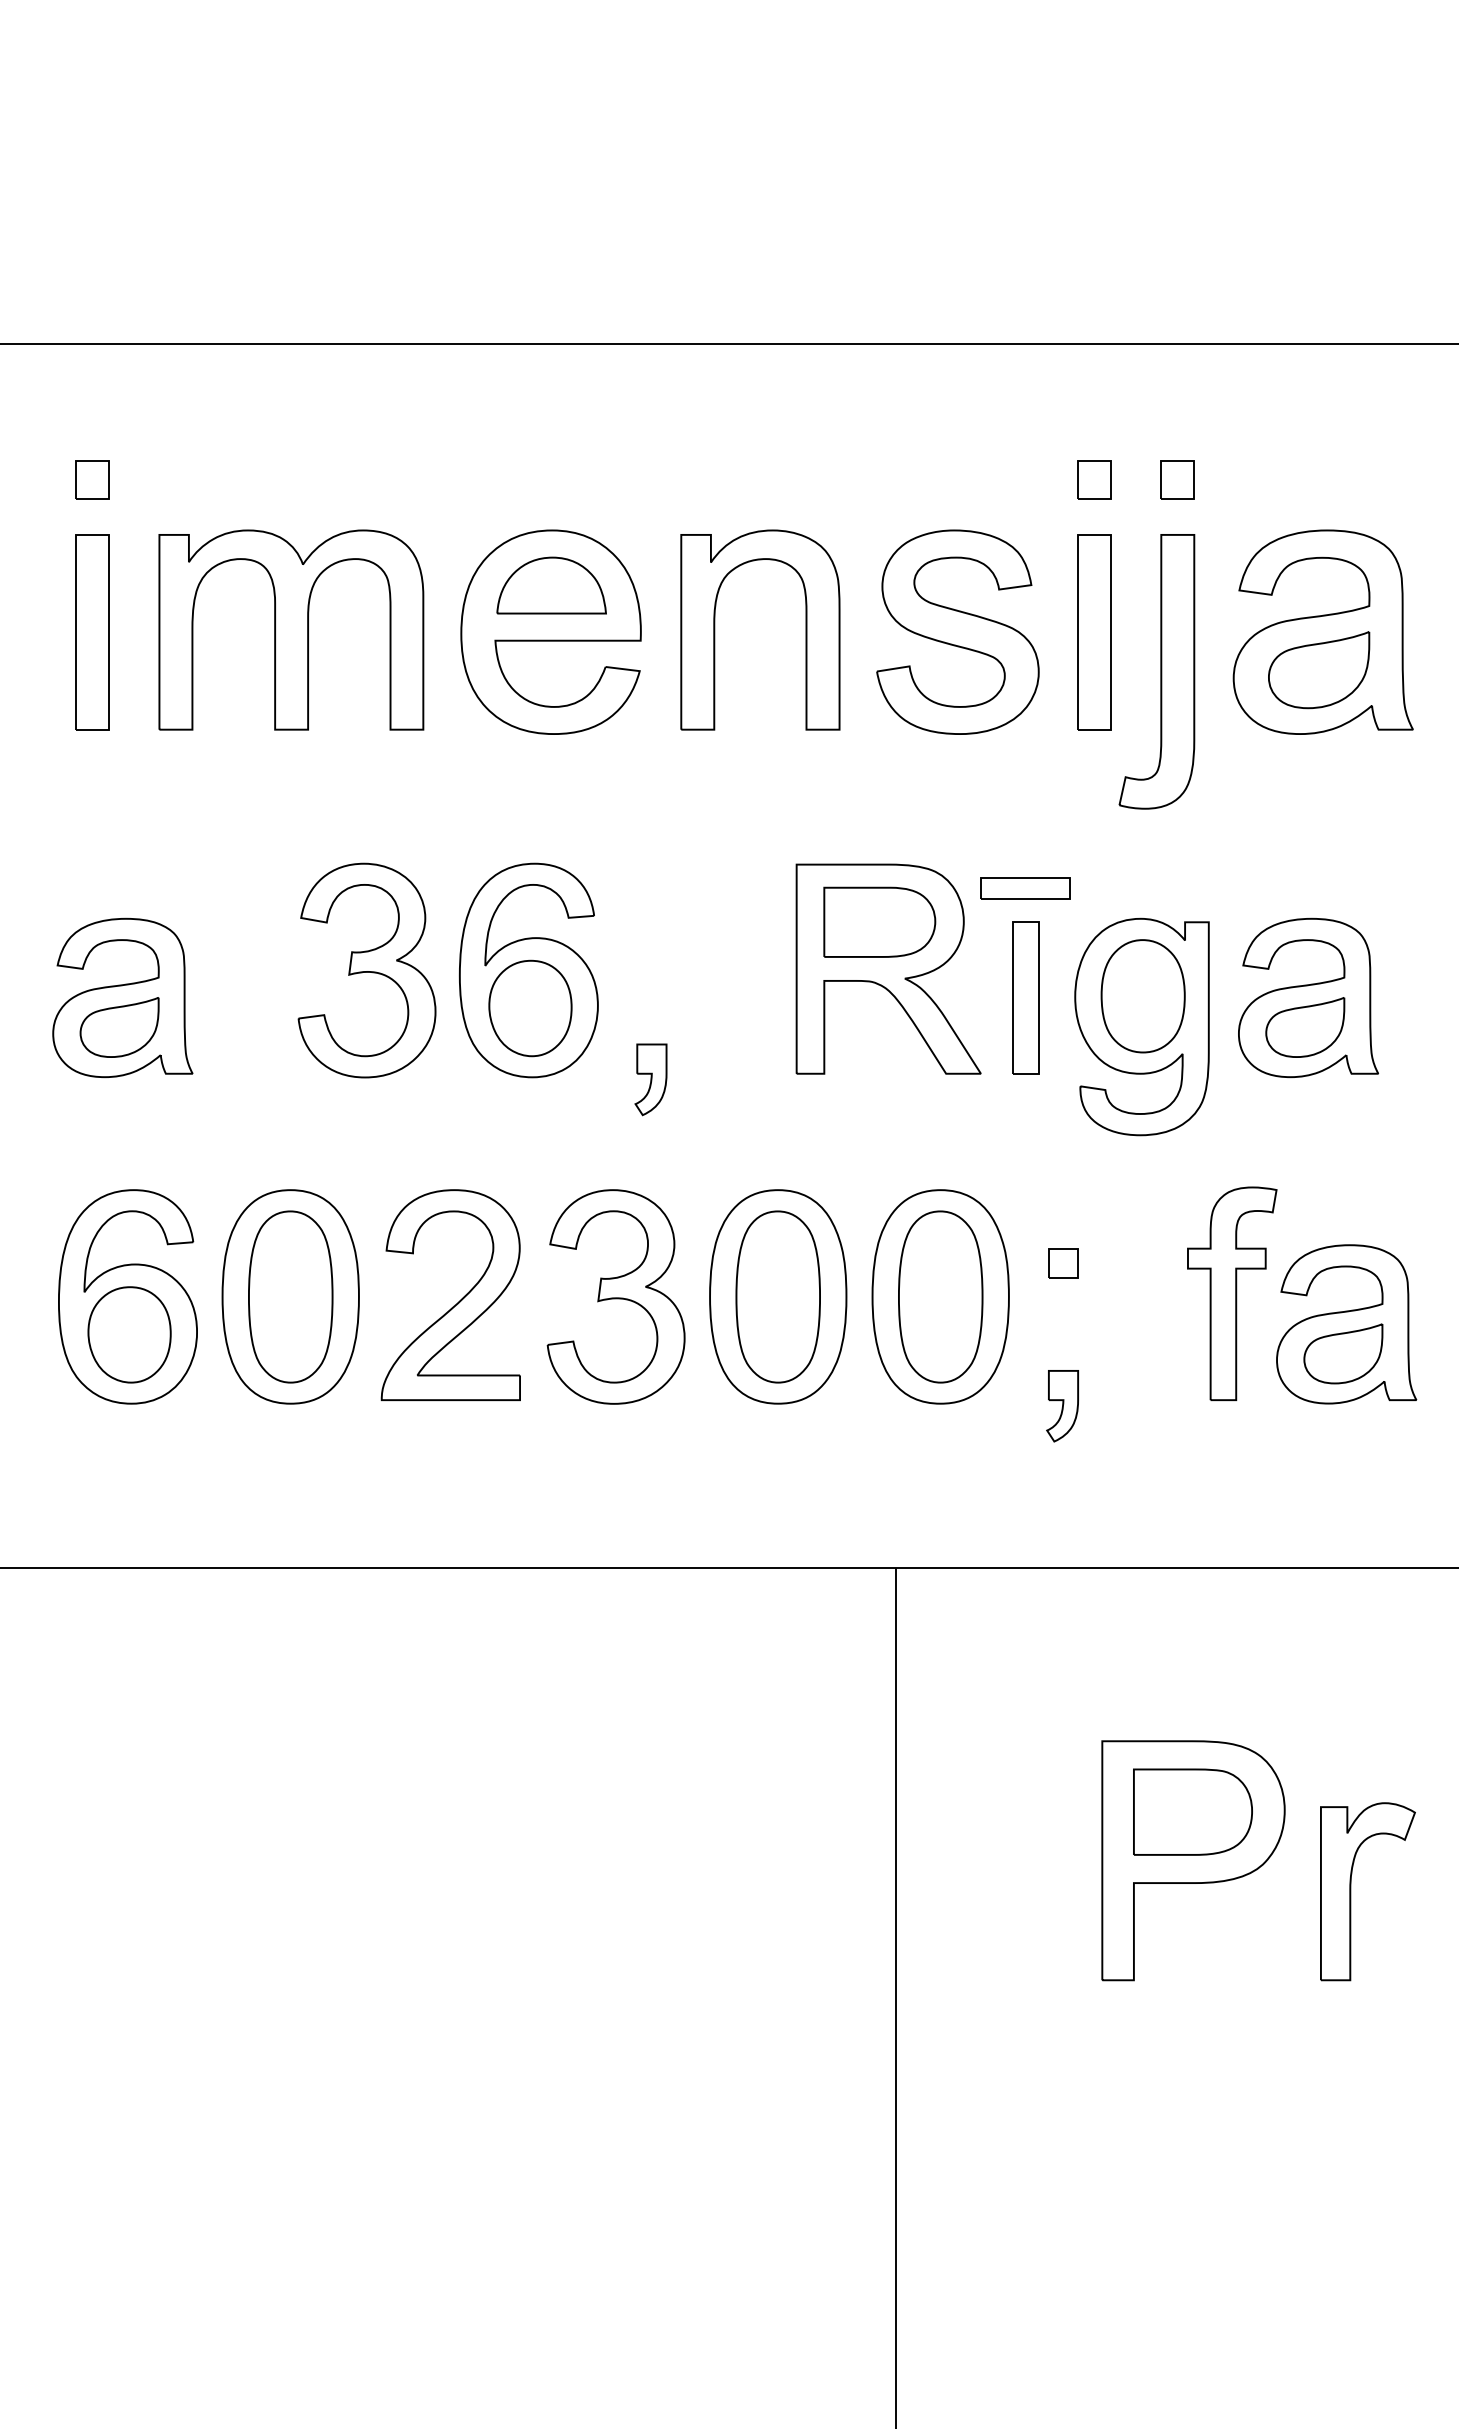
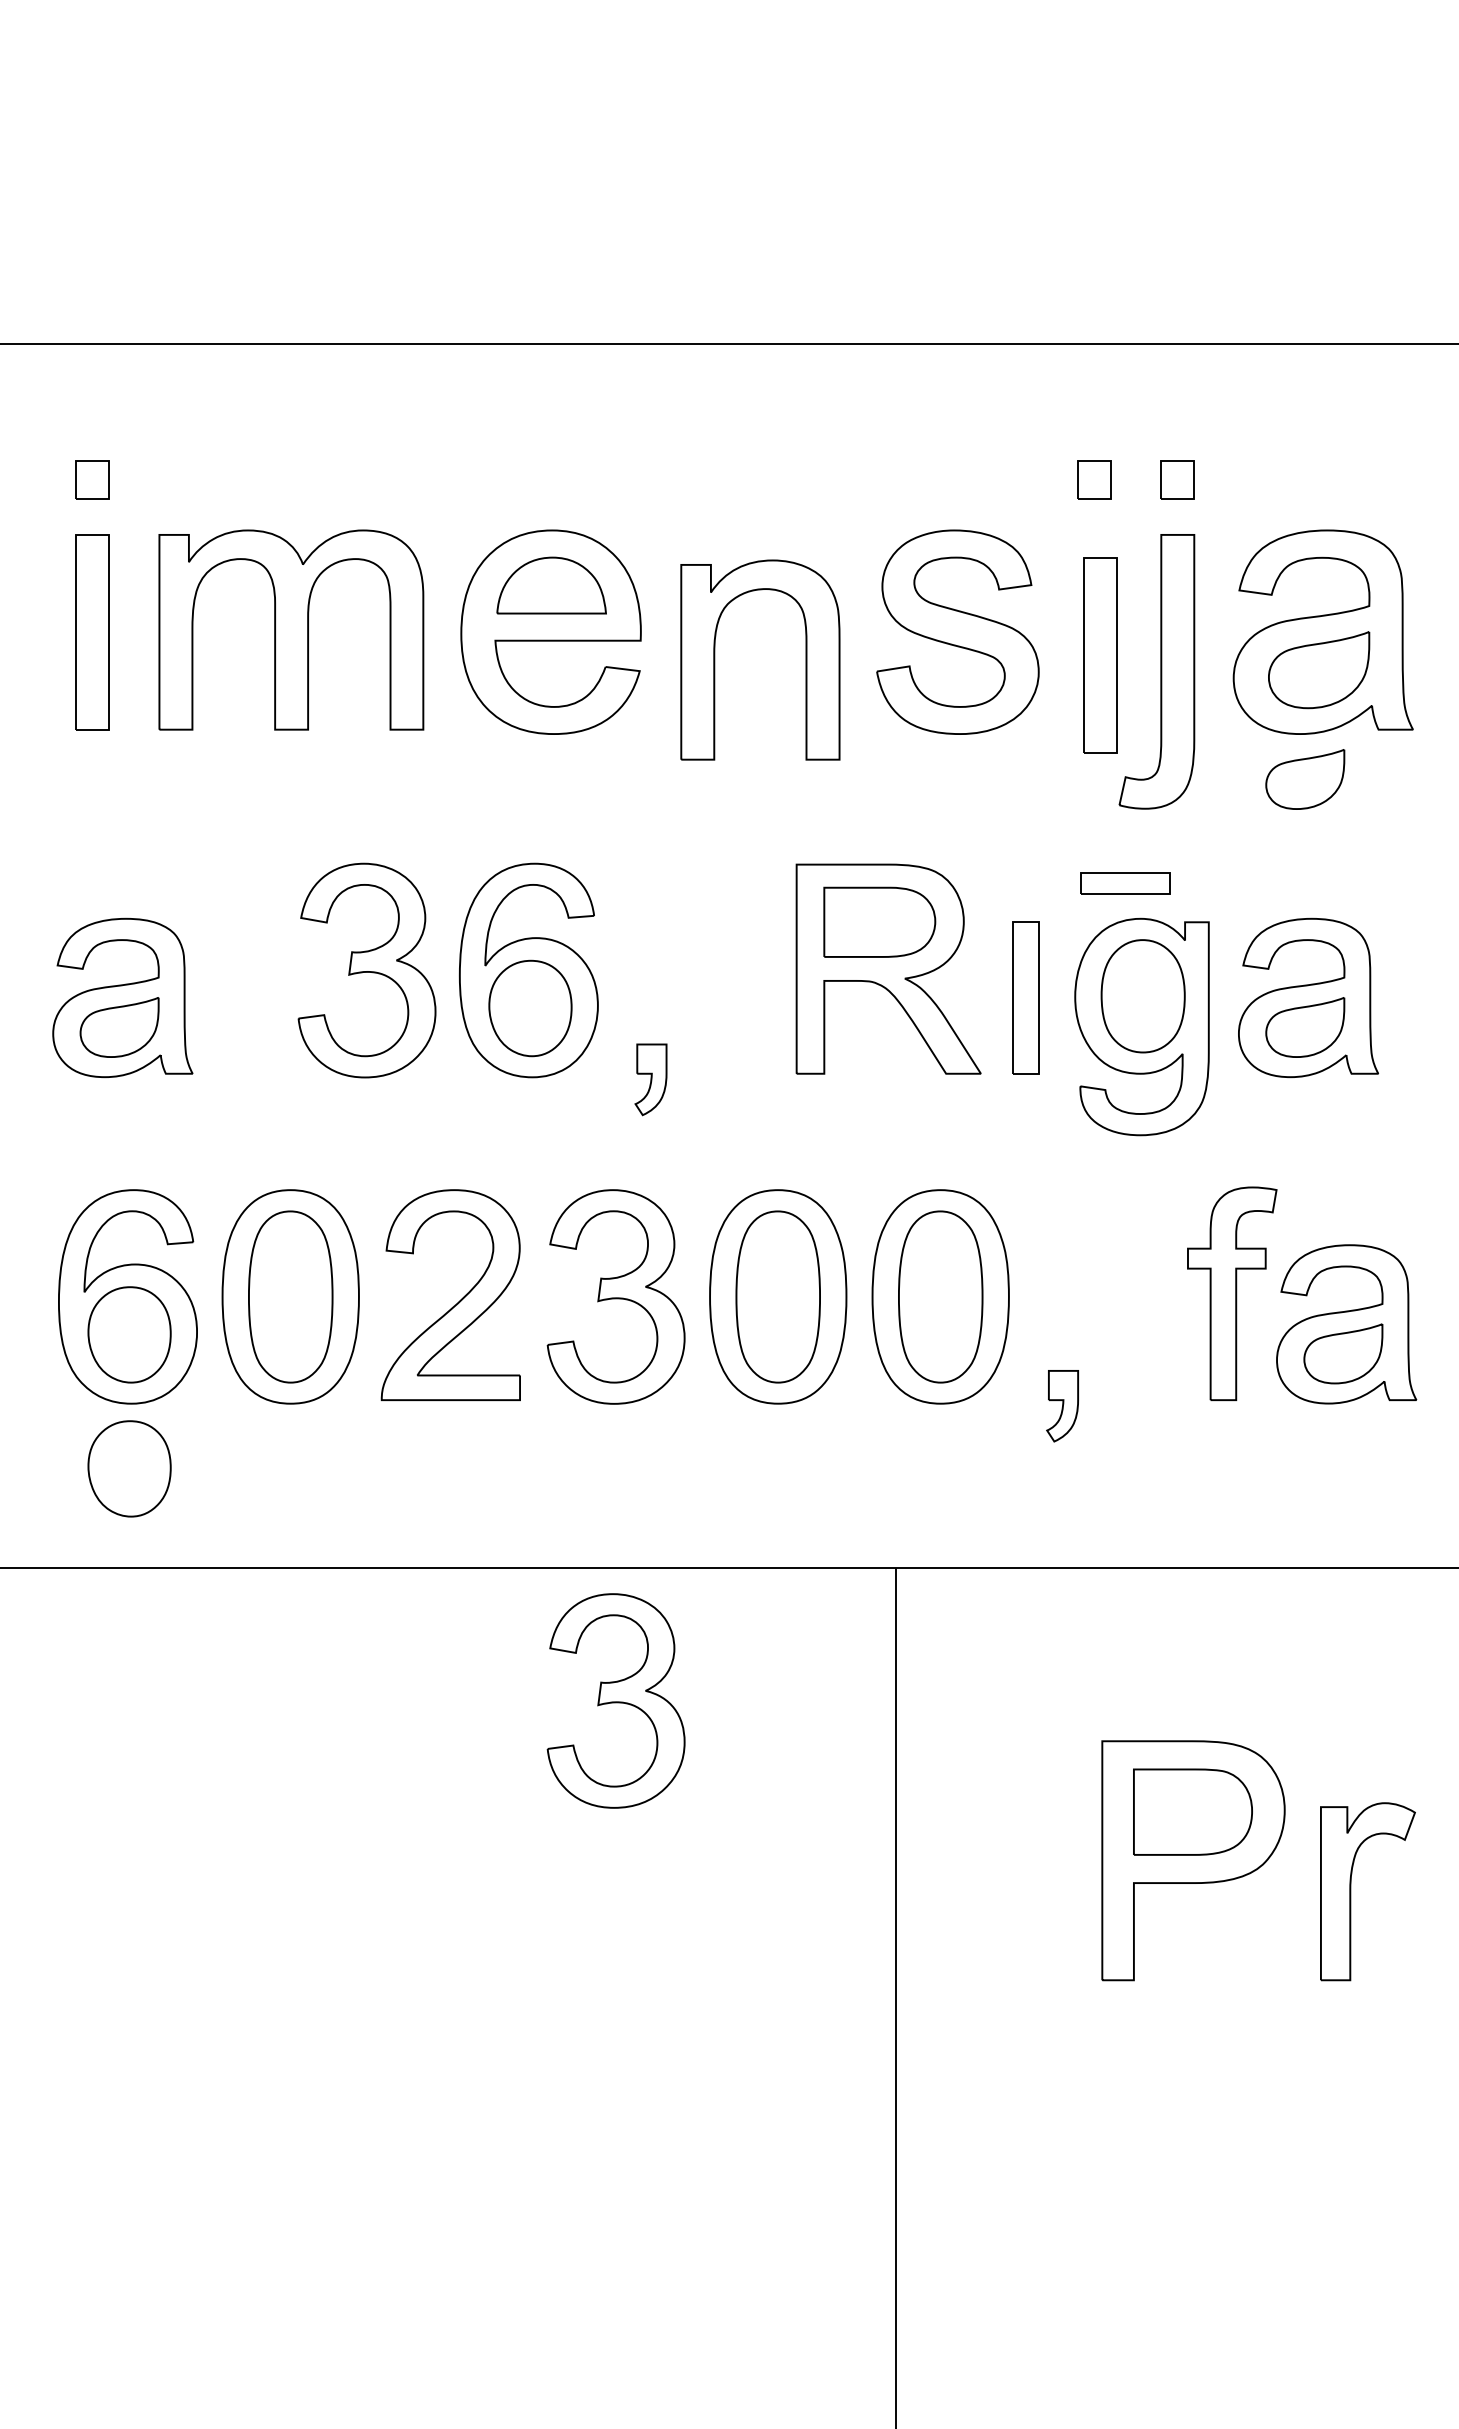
part at (715, 629) position: (715, 629) -> (715, 659)
part at (1094, 632) position: (1094, 632) -> (1100, 655)
part at (1305, 779): none -> present
part at (1025, 888) position: (1025, 888) -> (1125, 883)
part at (1063, 1263): present -> none
part at (129, 1468): none -> present
part at (615, 1700): none -> present
